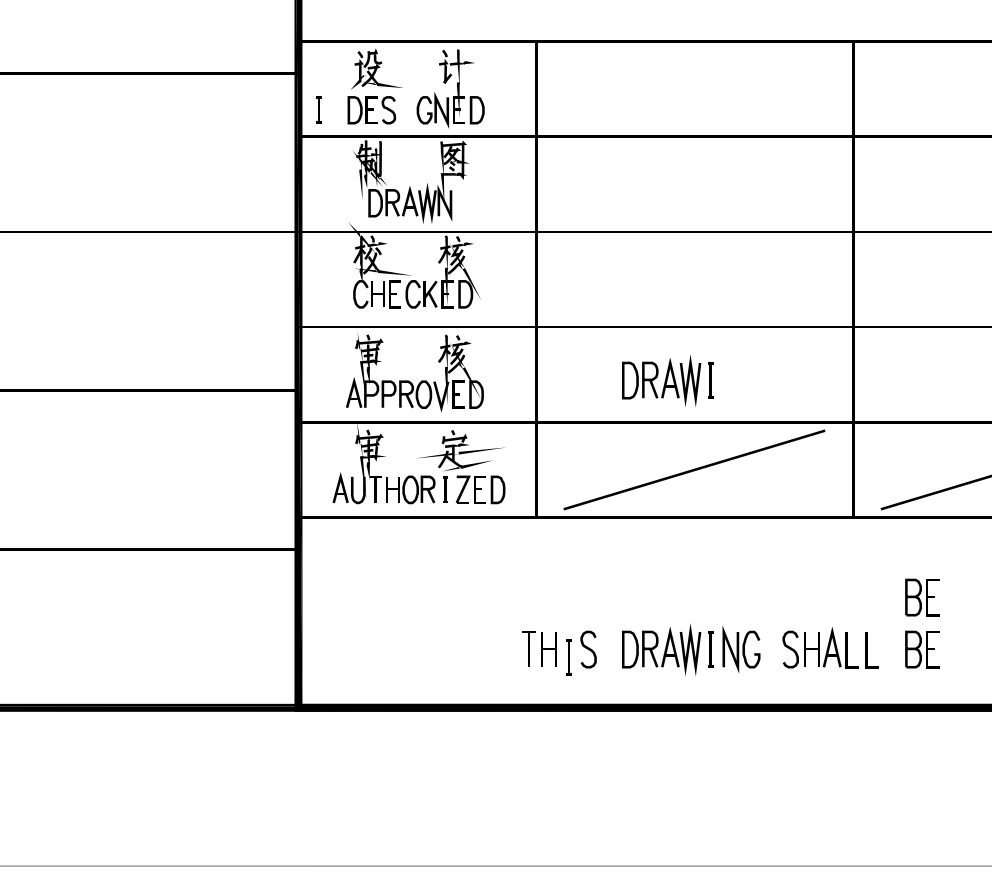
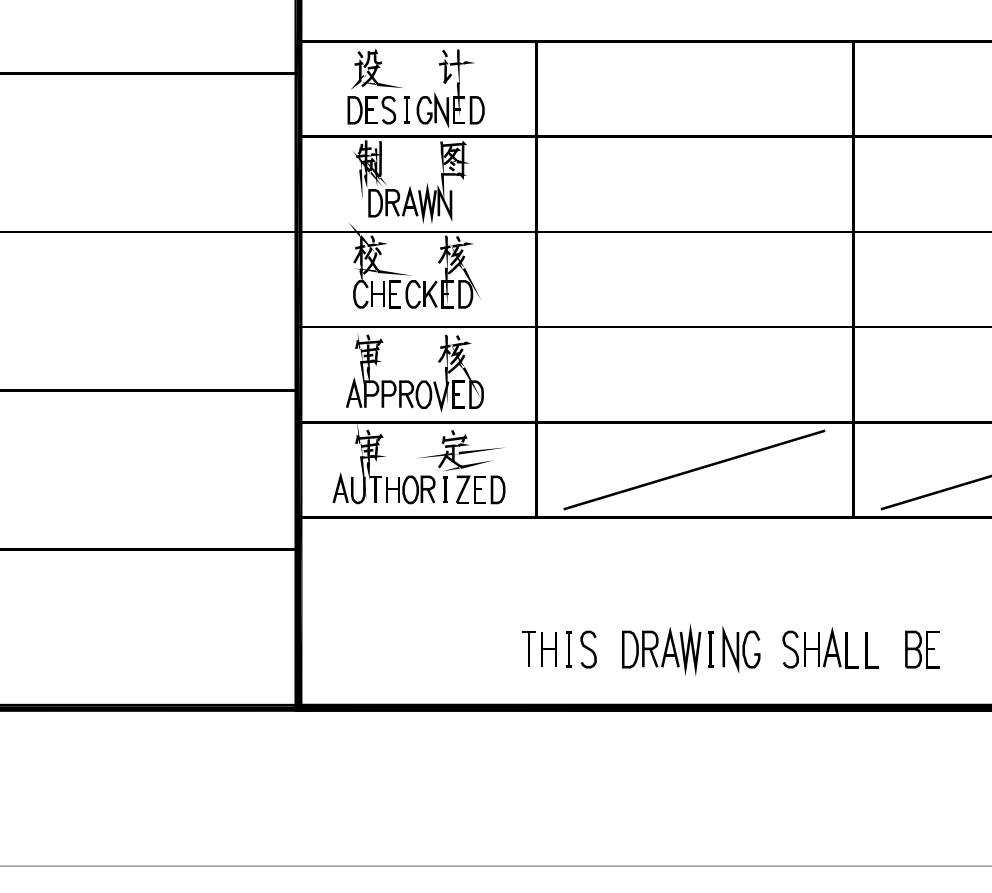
curve at (318, 109) position: (318, 109) -> (406, 109)
part at (667, 380): present -> none
part at (922, 597): present -> none
curve at (568, 657) position: (568, 657) -> (568, 649)
